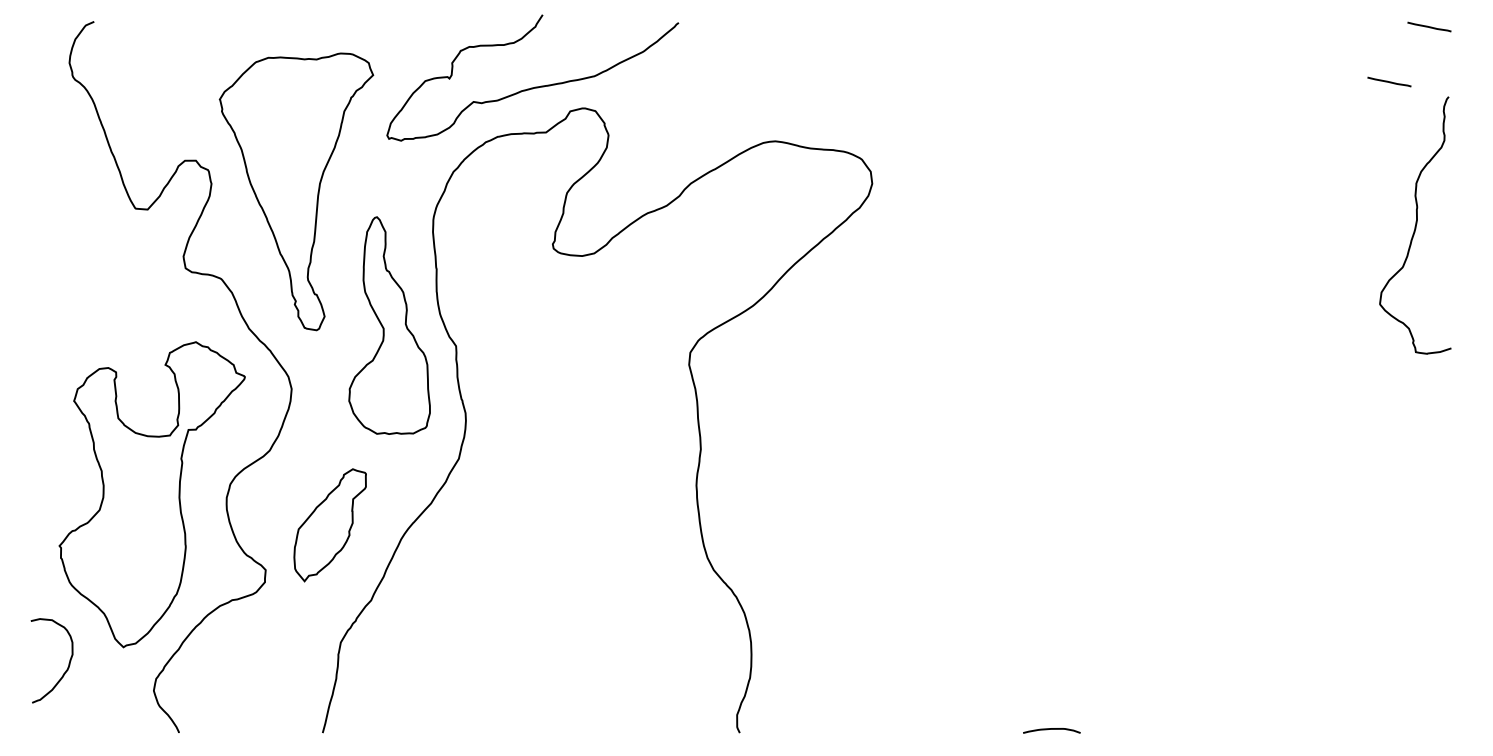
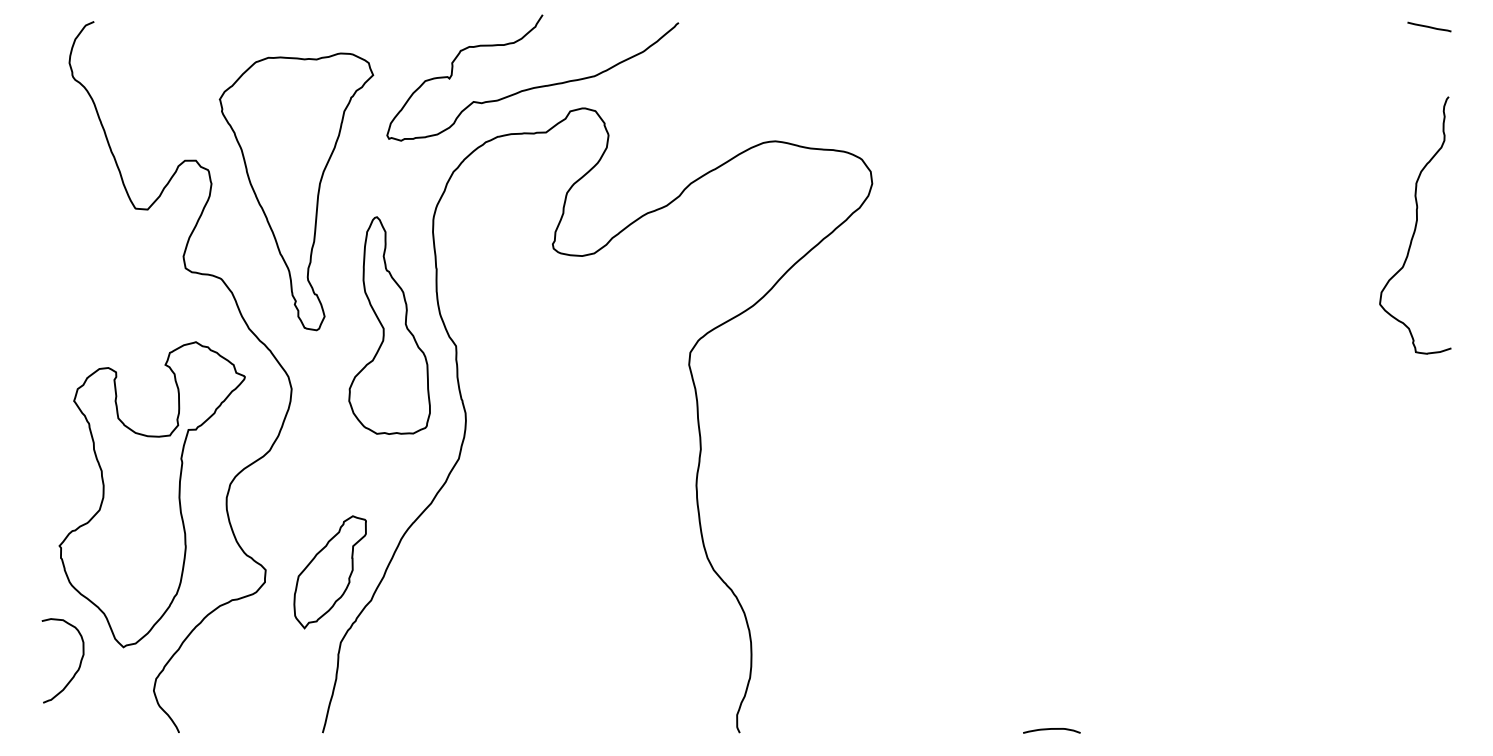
line at (1389, 81): present -> none
part at (329, 525) position: (329, 525) -> (329, 572)
curve at (65, 670) position: (65, 670) -> (76, 670)
